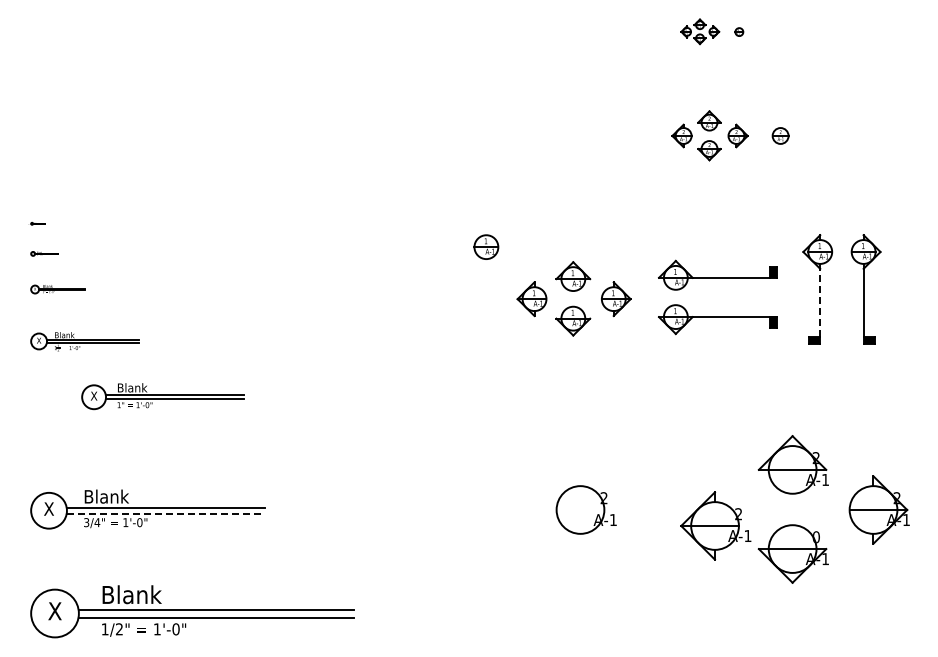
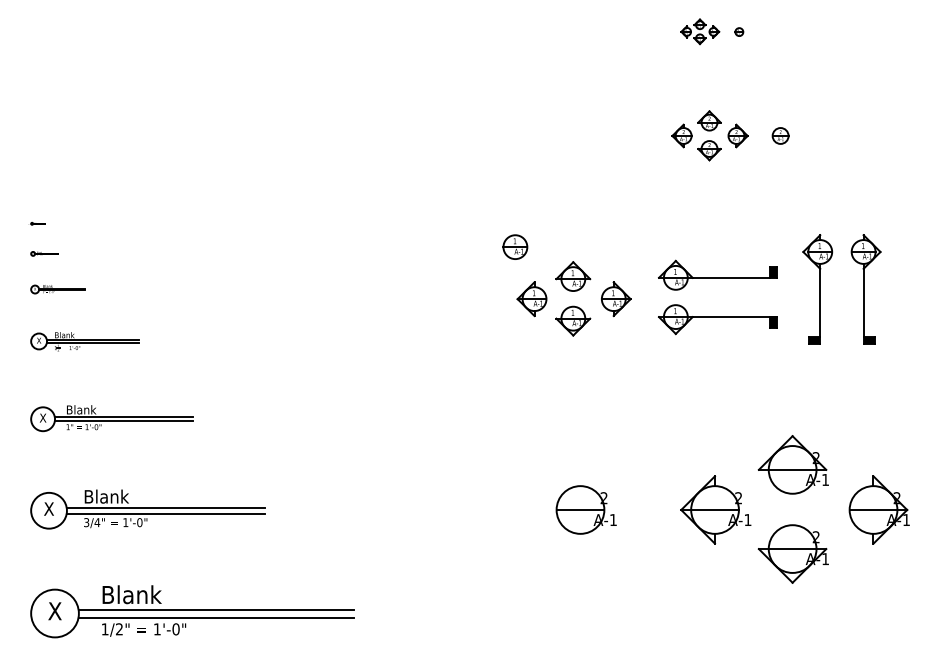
part at (486, 246) position: (486, 246) -> (515, 246)
line at (820, 300): dashed -> solid
part at (162, 396) position: (162, 396) -> (111, 418)
line at (580, 510): none -> present
line at (165, 513): dashed -> solid
part at (715, 525) position: (715, 525) -> (715, 509)
text at (815, 537): 0 -> 2
